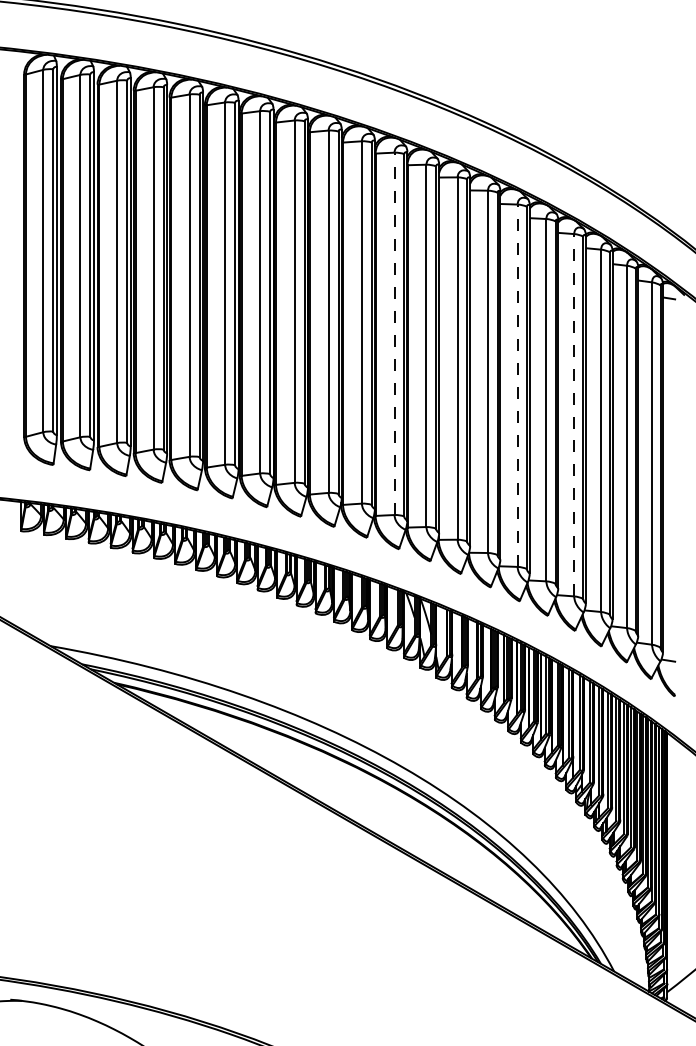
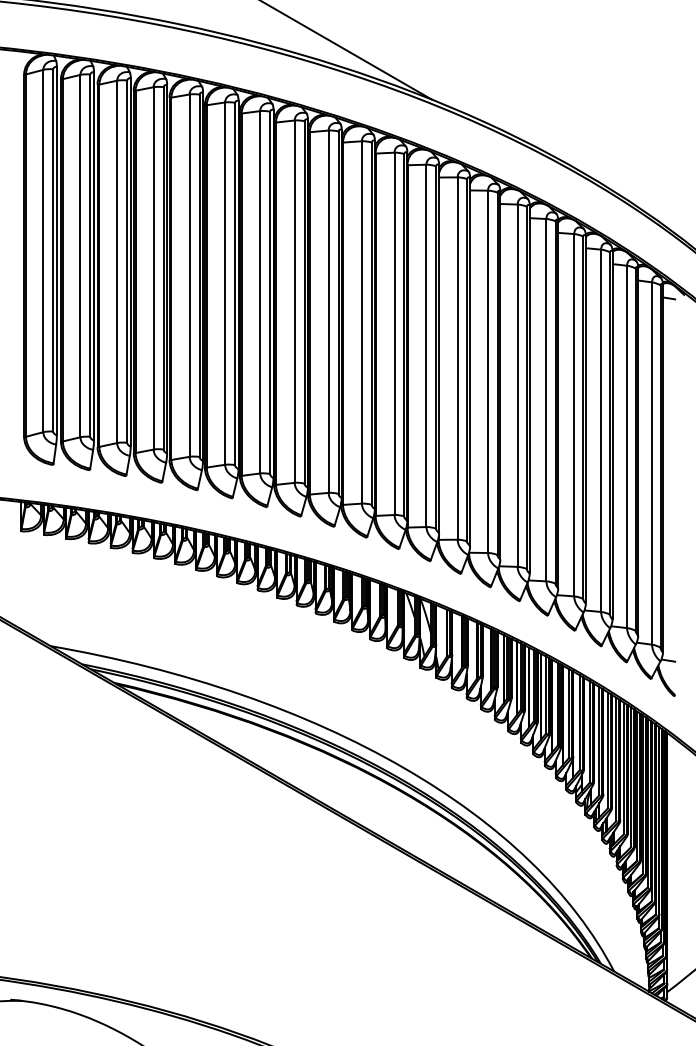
line at (347, 50): none -> present
line at (394, 333): dashed -> solid
line at (517, 385): dashed -> solid
line at (574, 414): dashed -> solid
